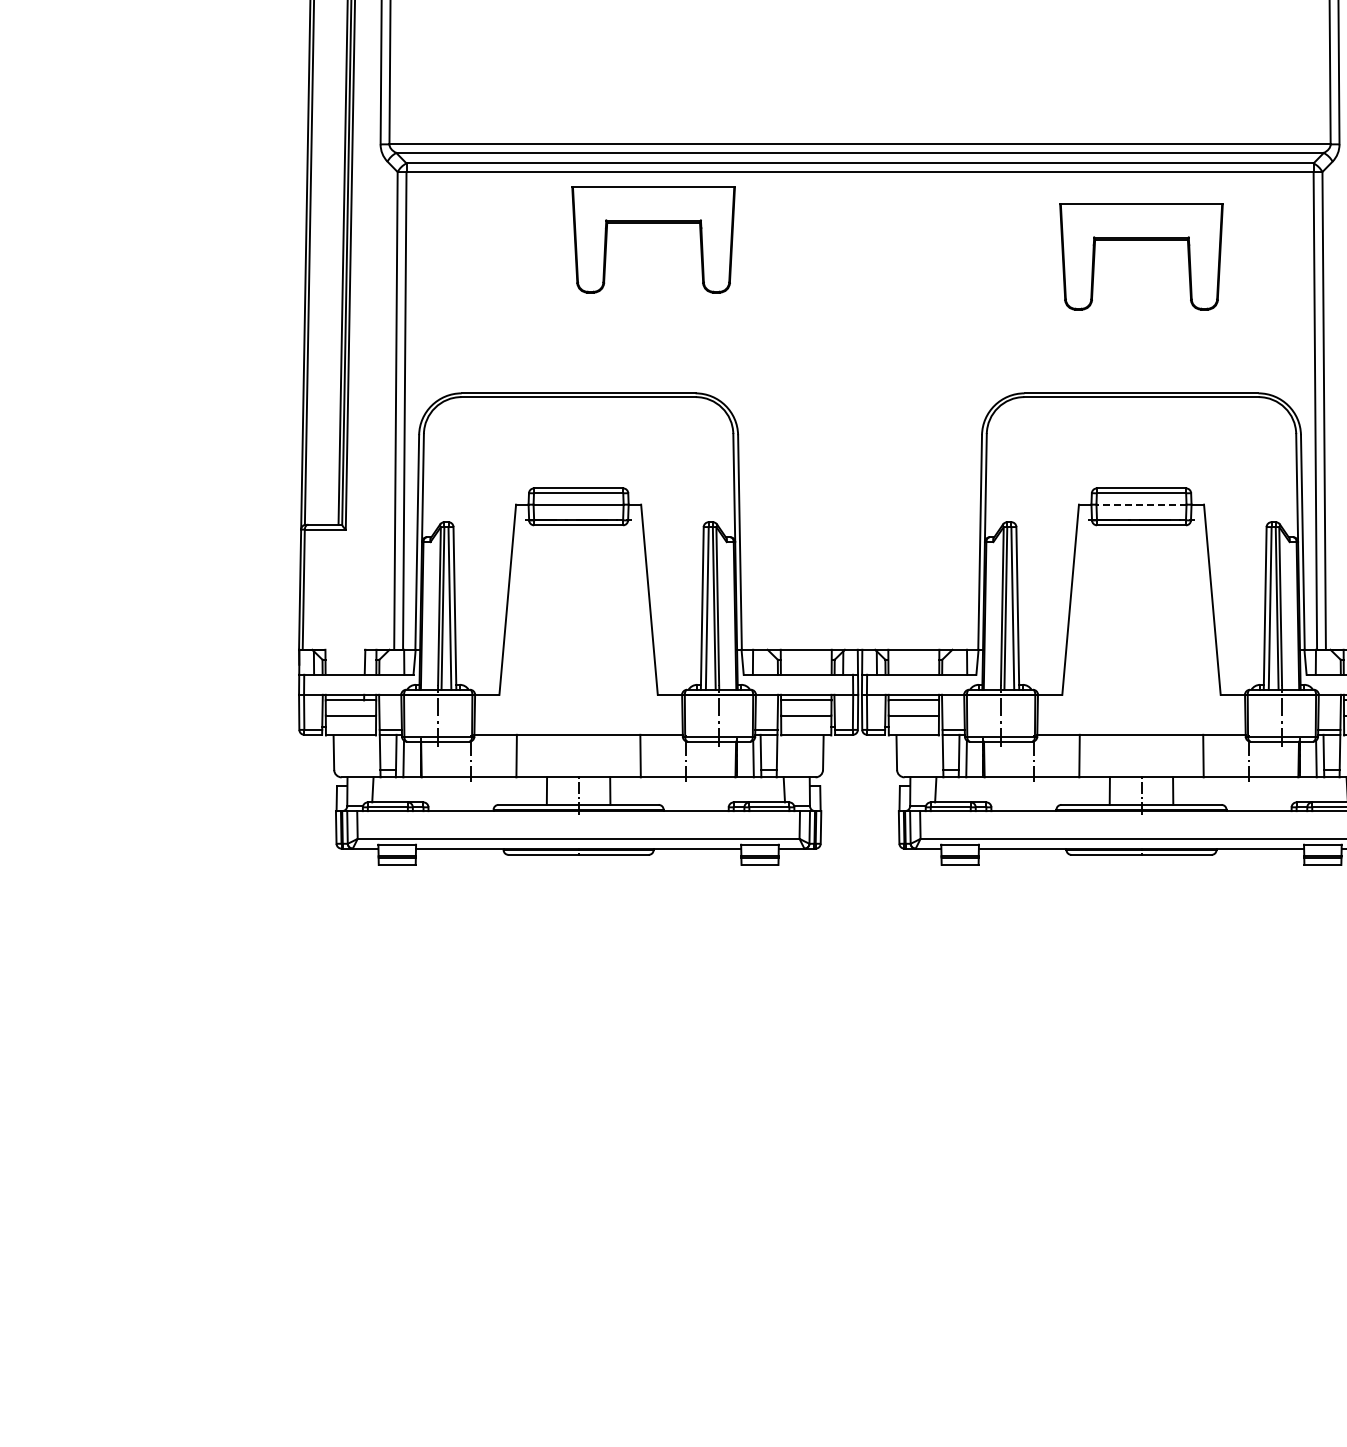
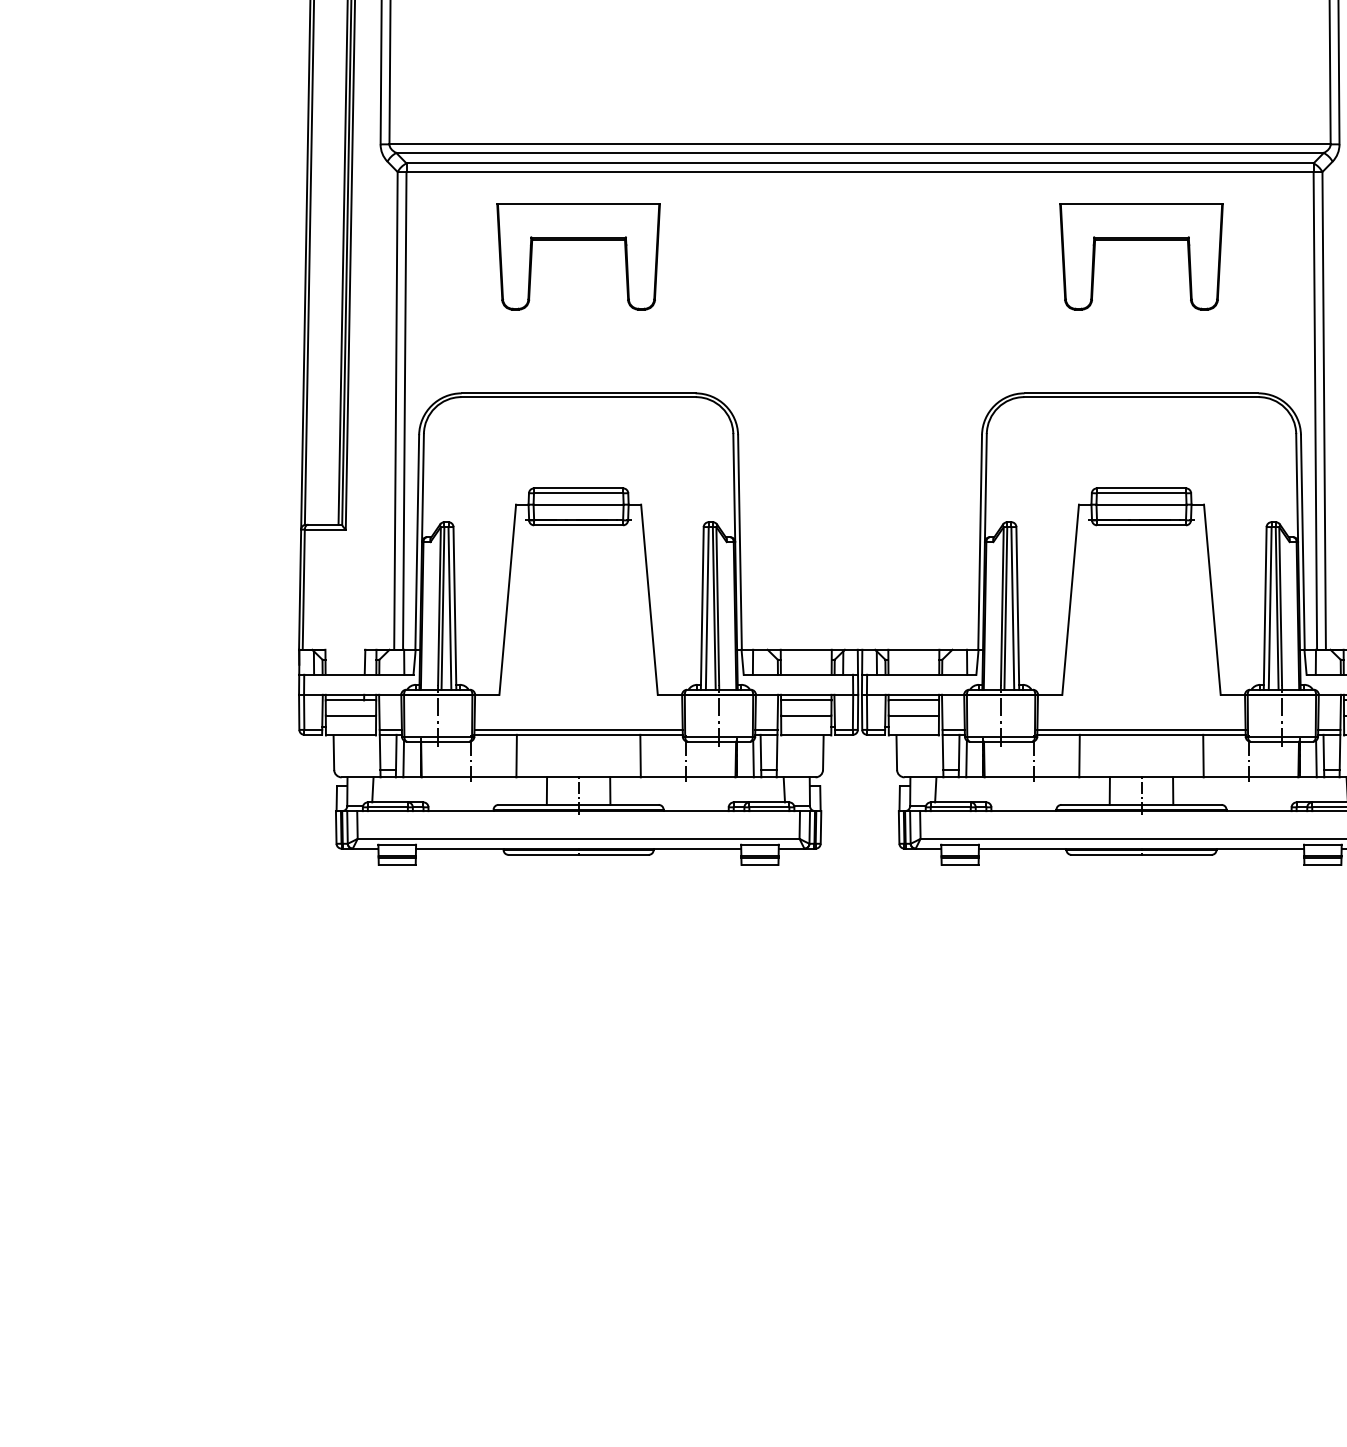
part at (653, 223) position: (653, 223) -> (578, 240)
line at (1141, 504): dashed -> solid
line at (578, 729): none -> present
line at (1141, 729): none -> present
